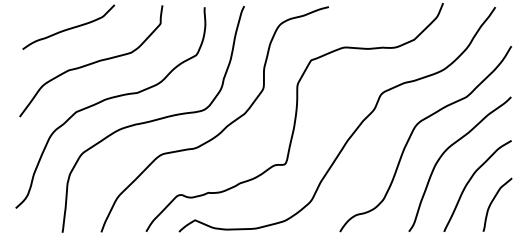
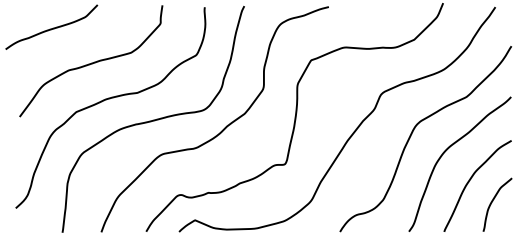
curve at (68, 28) position: (68, 28) -> (51, 28)
